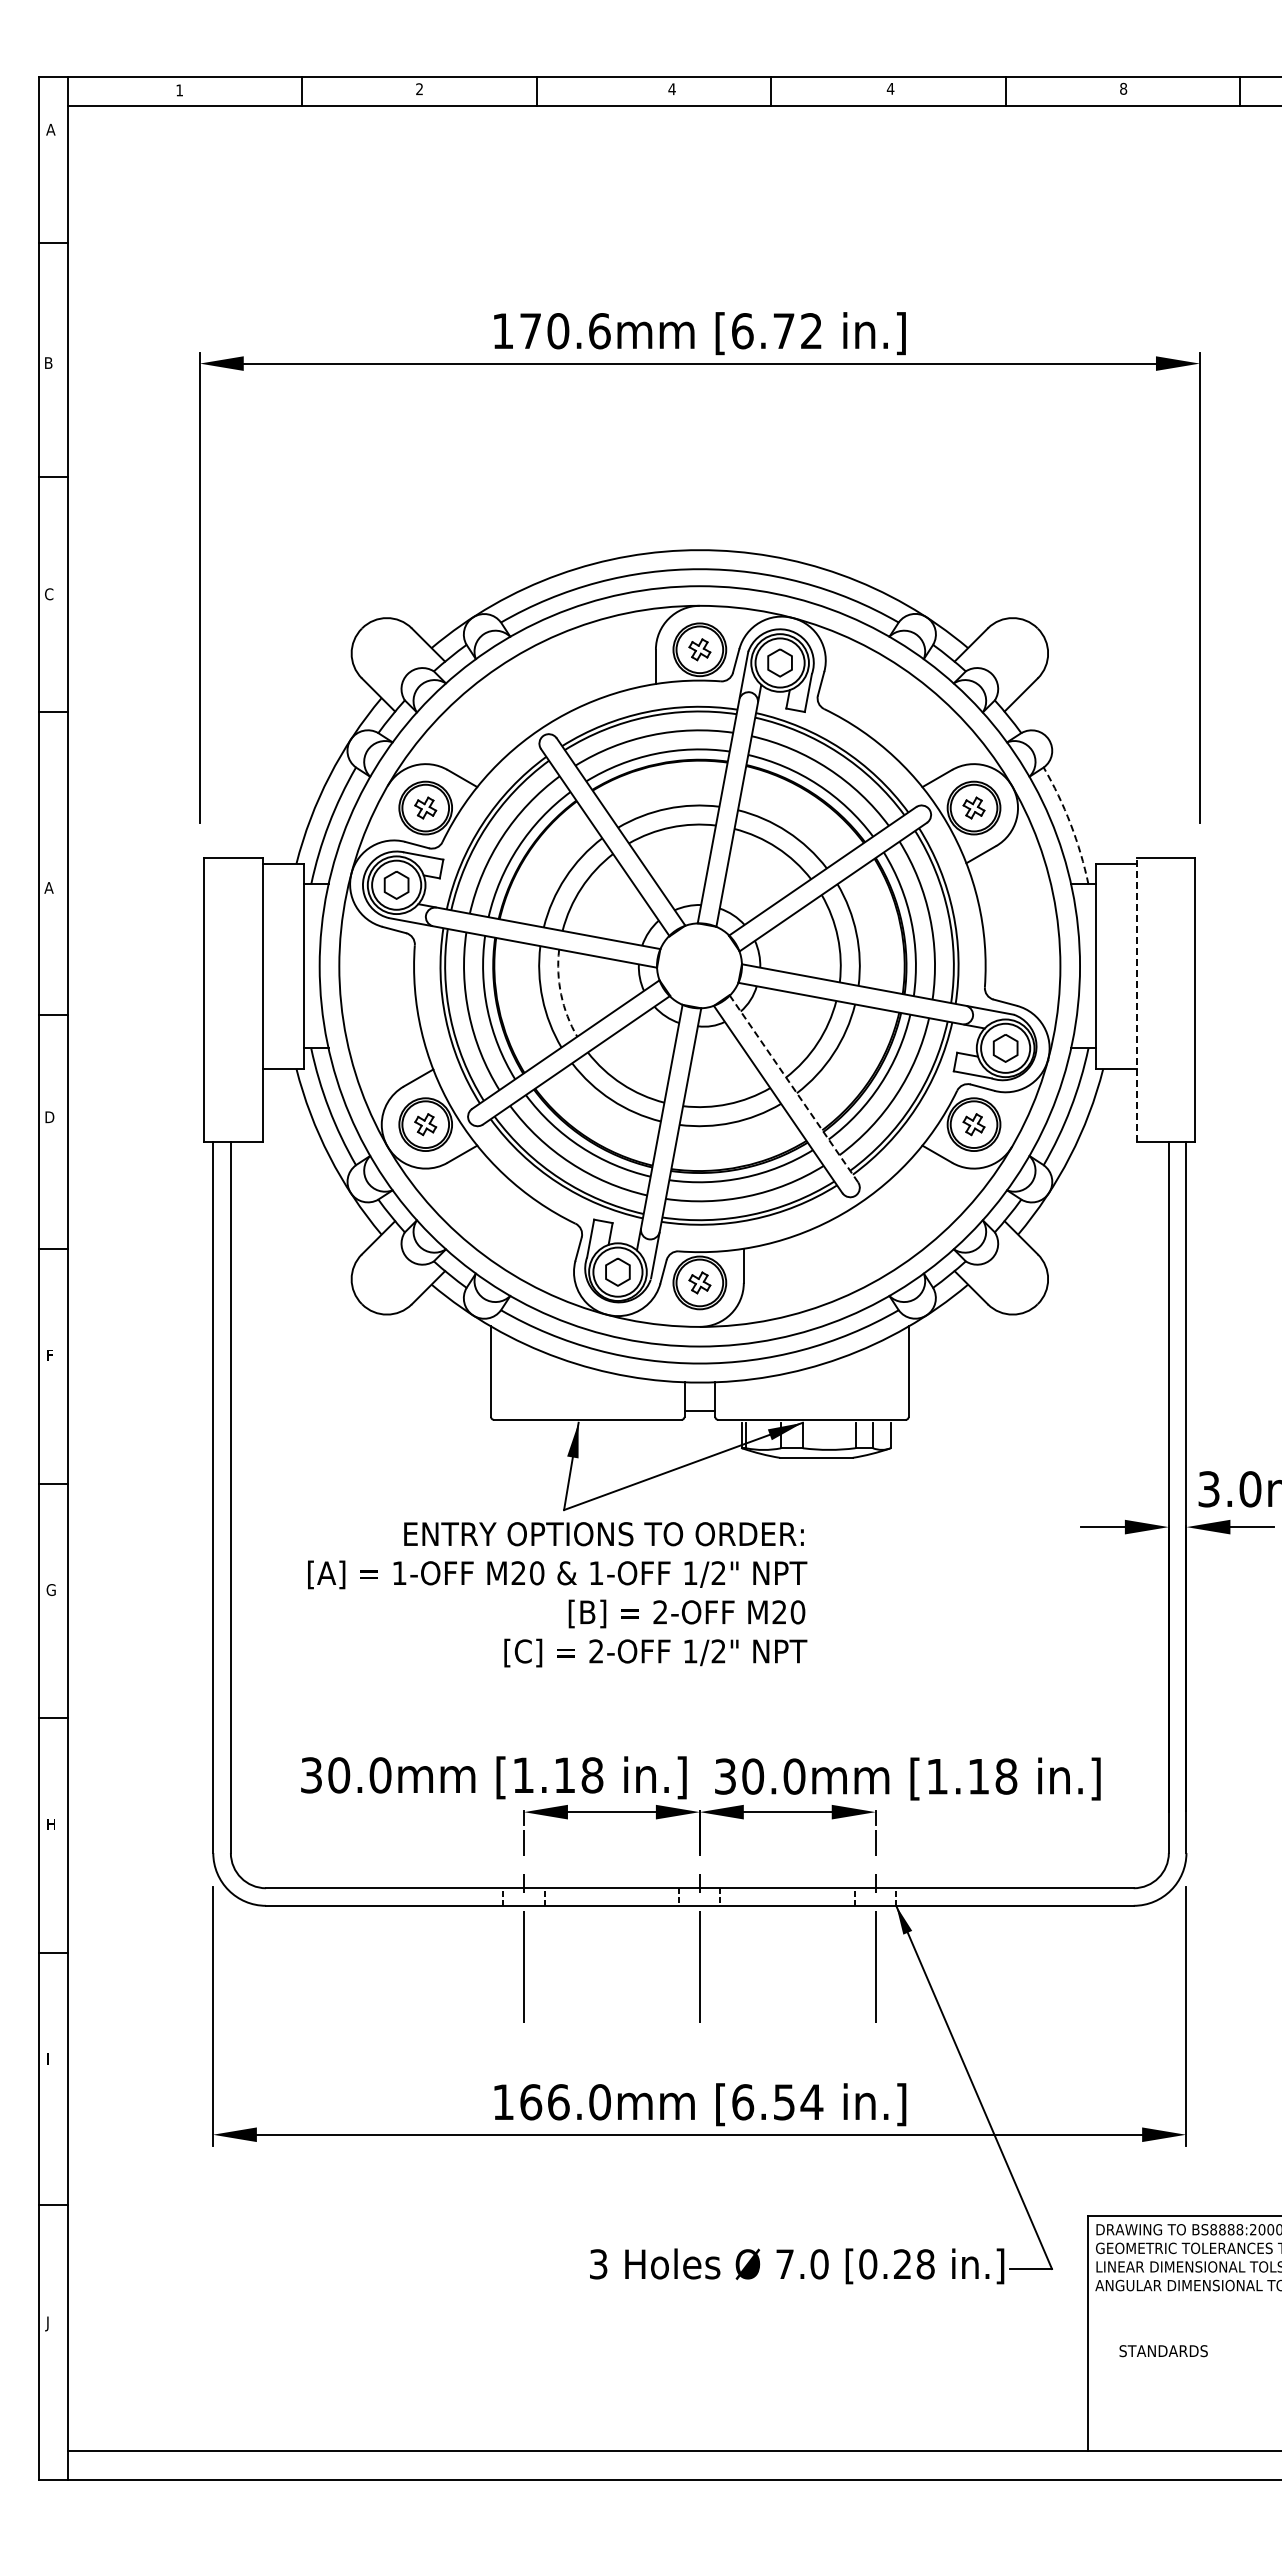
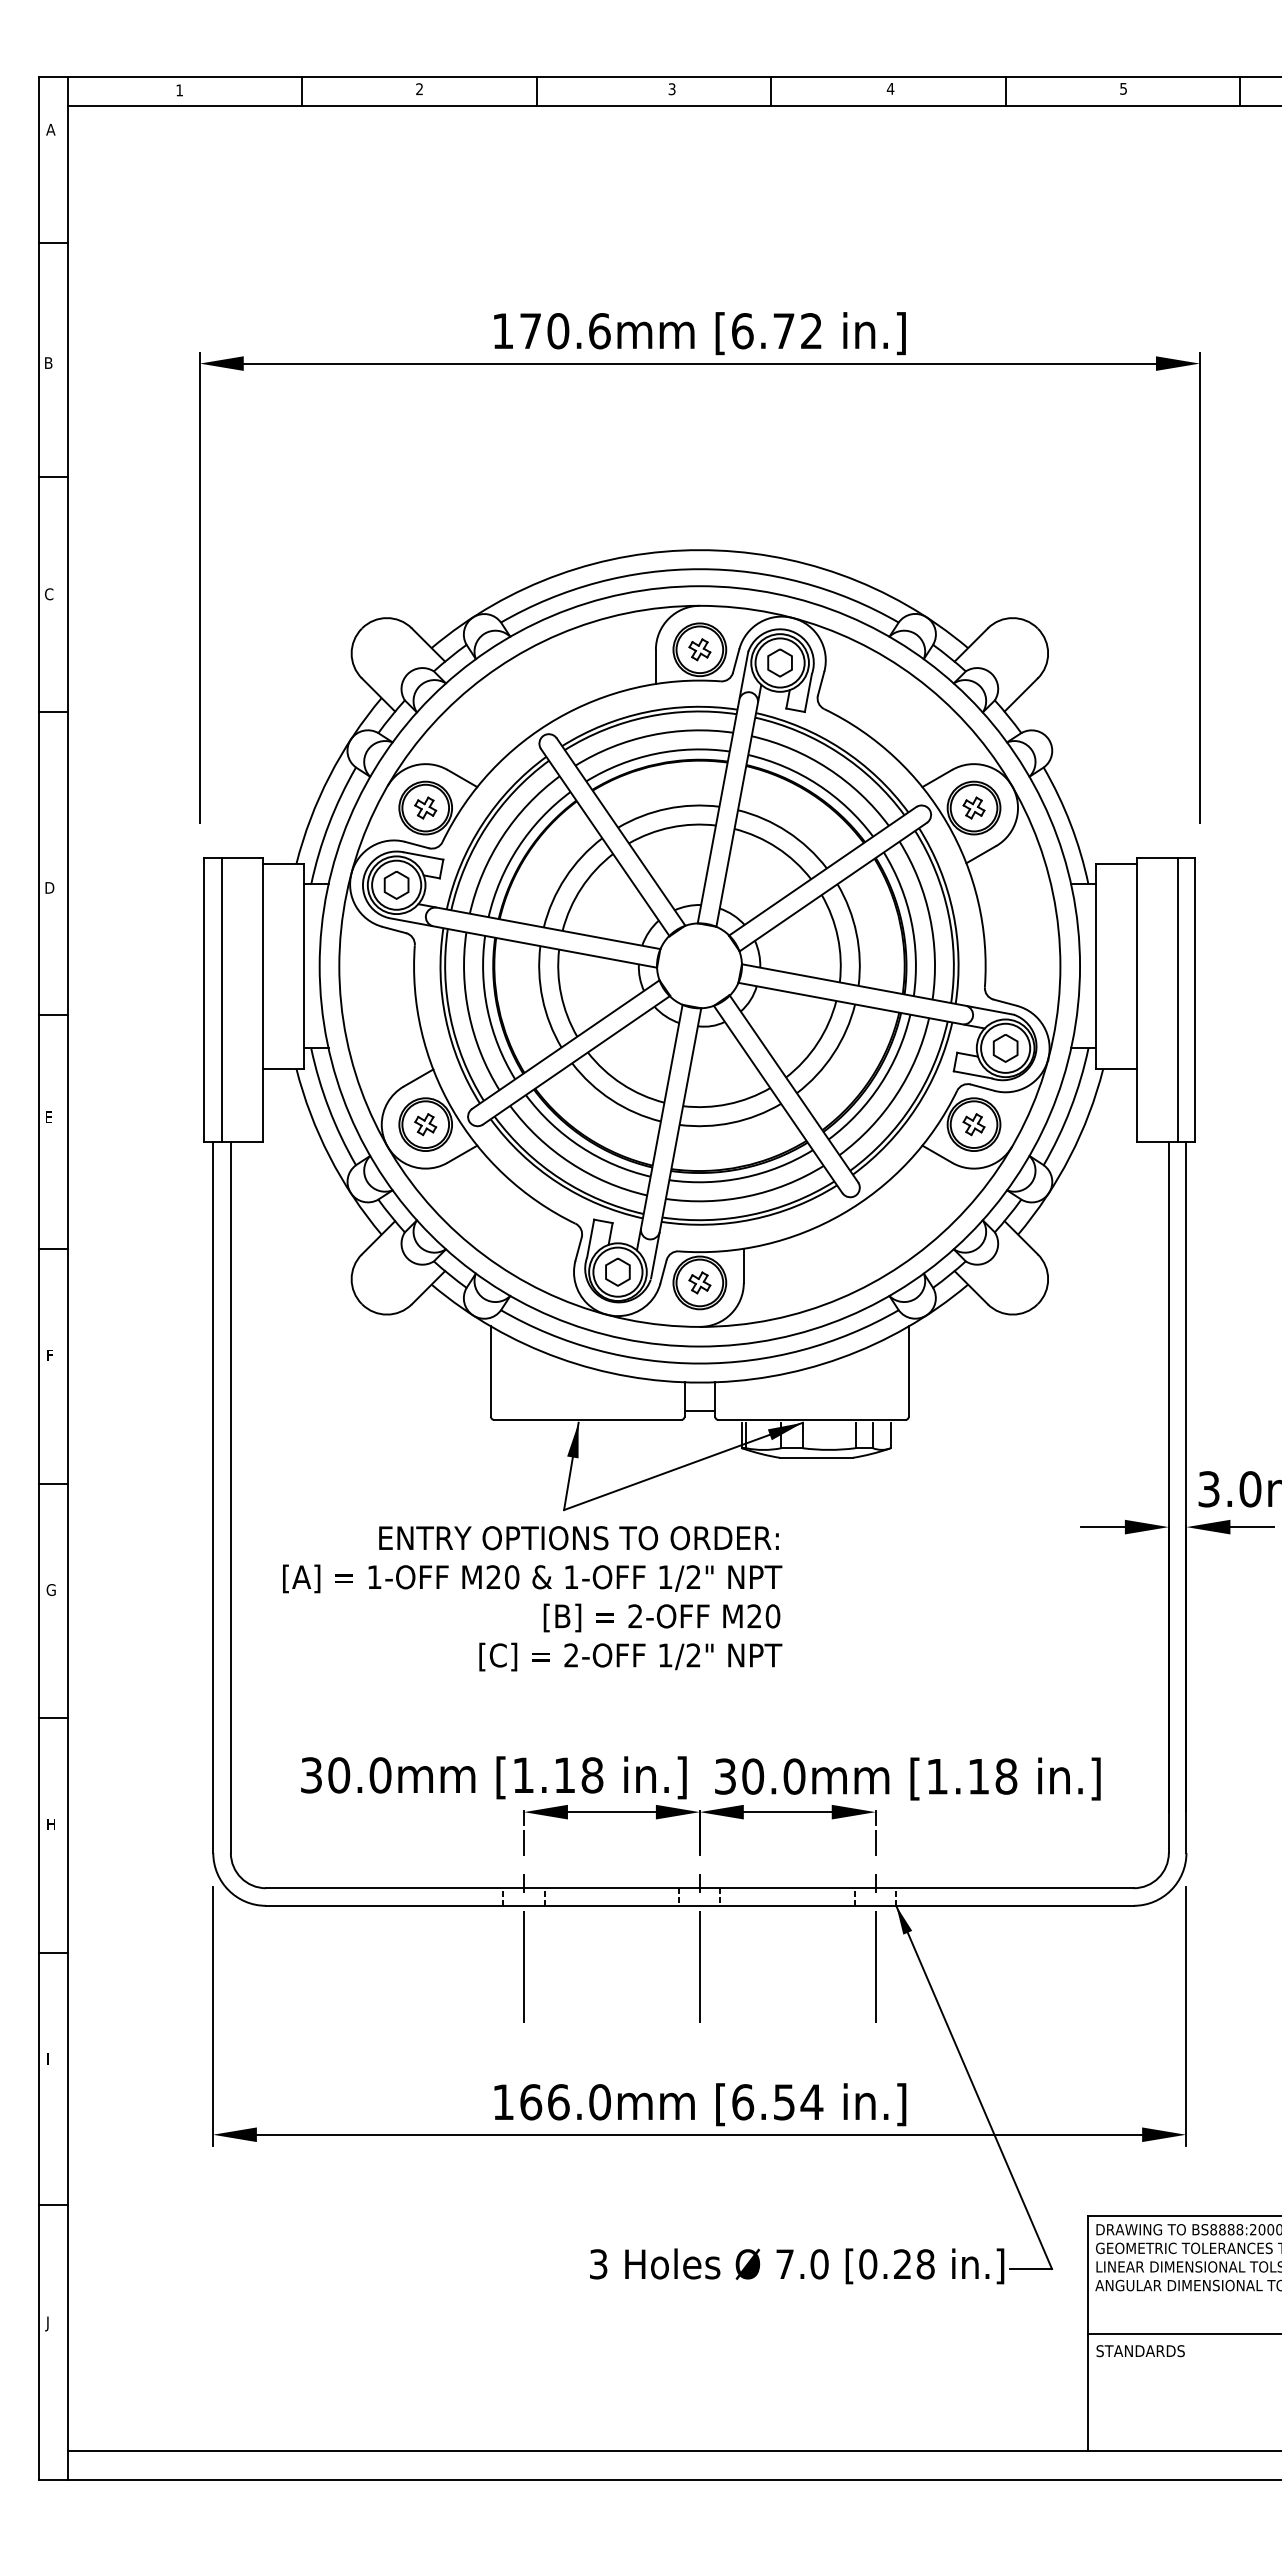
text at (1123, 88): 8 -> 5
text at (671, 89): 4 -> 3
arc at (1070, 824): dashed -> solid
text at (49, 887): A -> D
arc at (561, 994): dashed -> solid
line at (222, 999): none -> present
line at (1136, 999): dashed -> solid
line at (1177, 999): none -> present
line at (793, 1088): dashed -> solid
text at (49, 1117): D -> E
text at (557, 1594) position: (557, 1594) -> (532, 1598)
line at (1183, 2333): none -> present
text at (1163, 2351) position: (1163, 2351) -> (1140, 2351)
